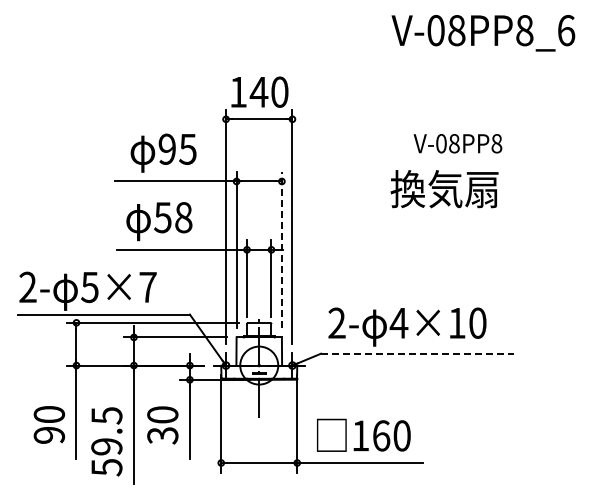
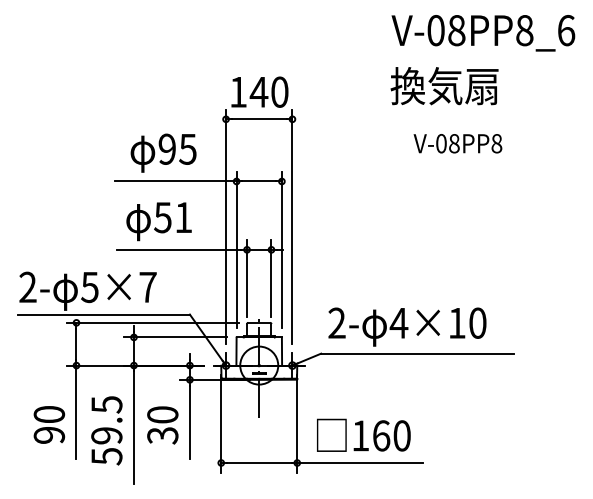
text at (444, 189) position: (444, 189) -> (444, 86)
text at (183, 217): 58 -> 51
line at (281, 249): dashed -> solid
line at (417, 353): dashed -> solid
text at (106, 441) position: (106, 441) -> (106, 430)
